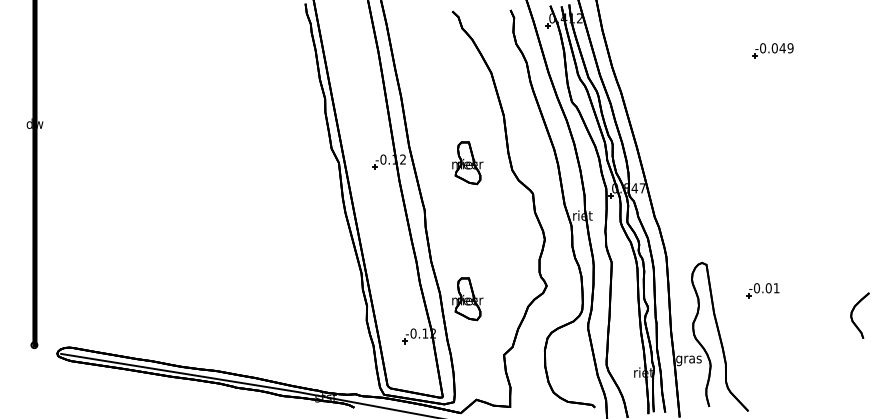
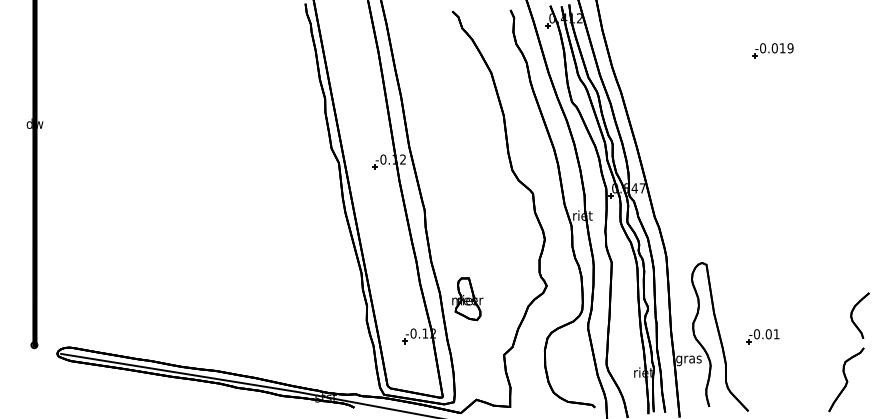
text at (782, 48): -0.049 -> -0.019
part at (467, 163): present -> none
part at (762, 290) position: (762, 290) -> (762, 336)
part at (846, 379): none -> present
